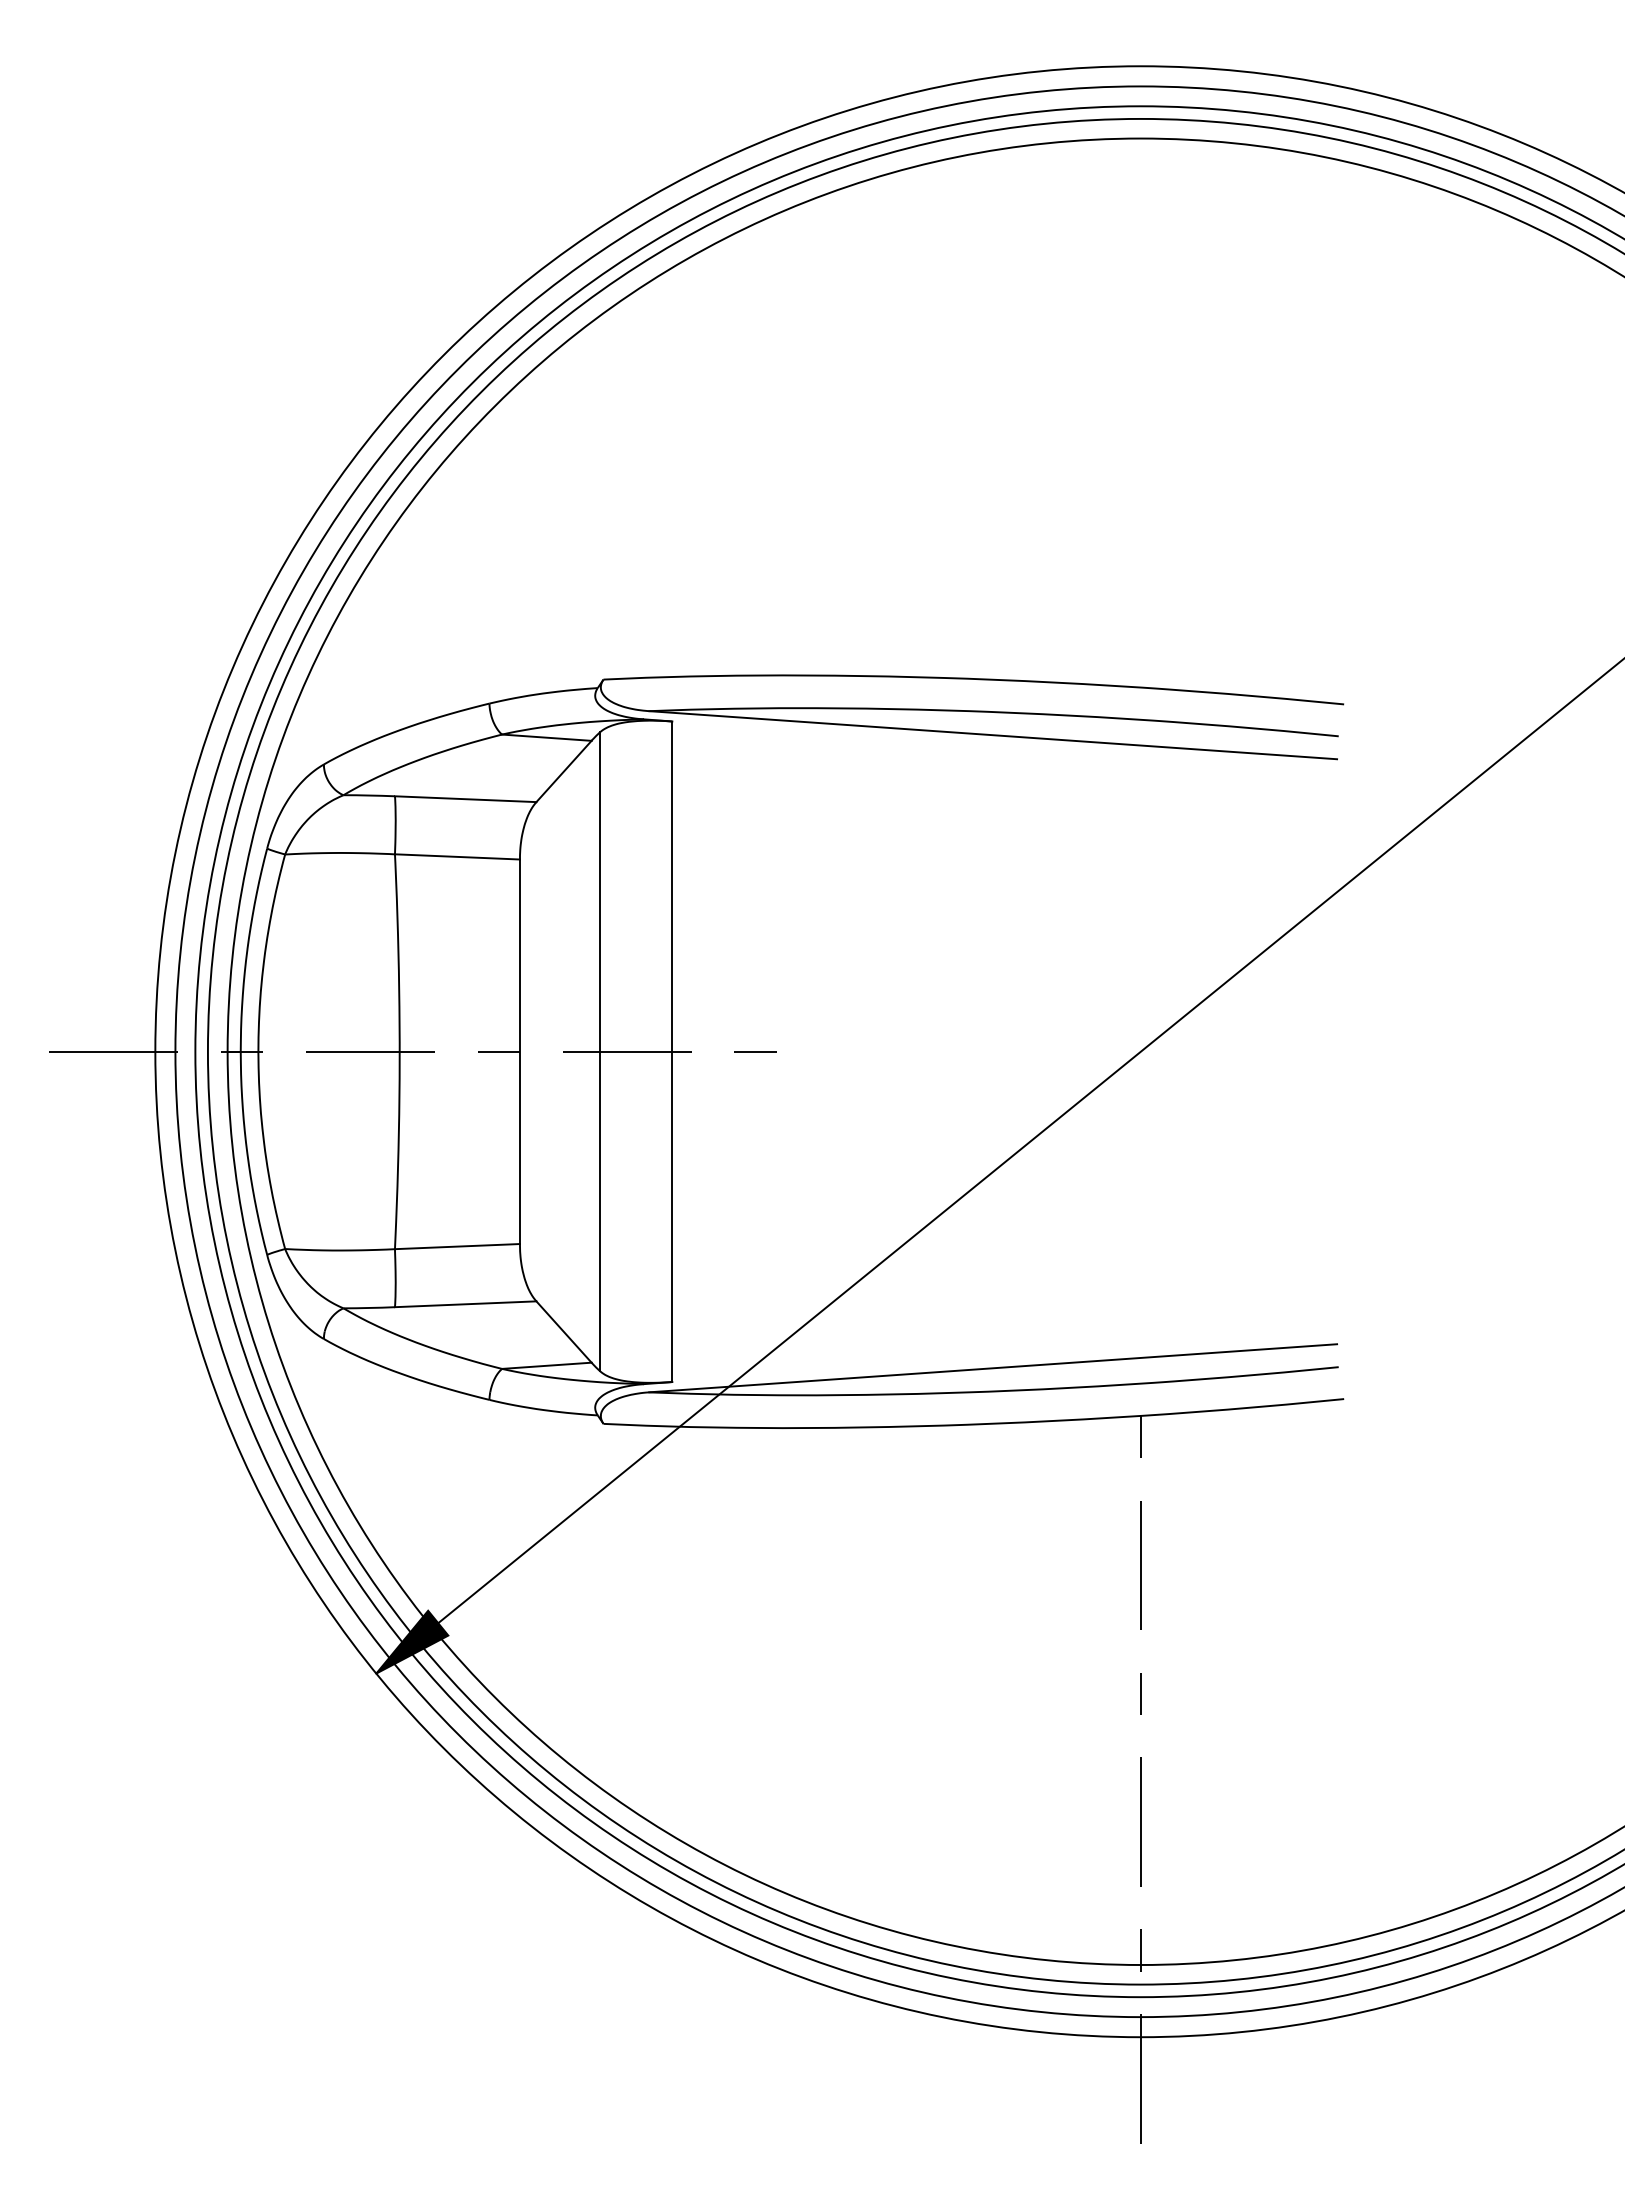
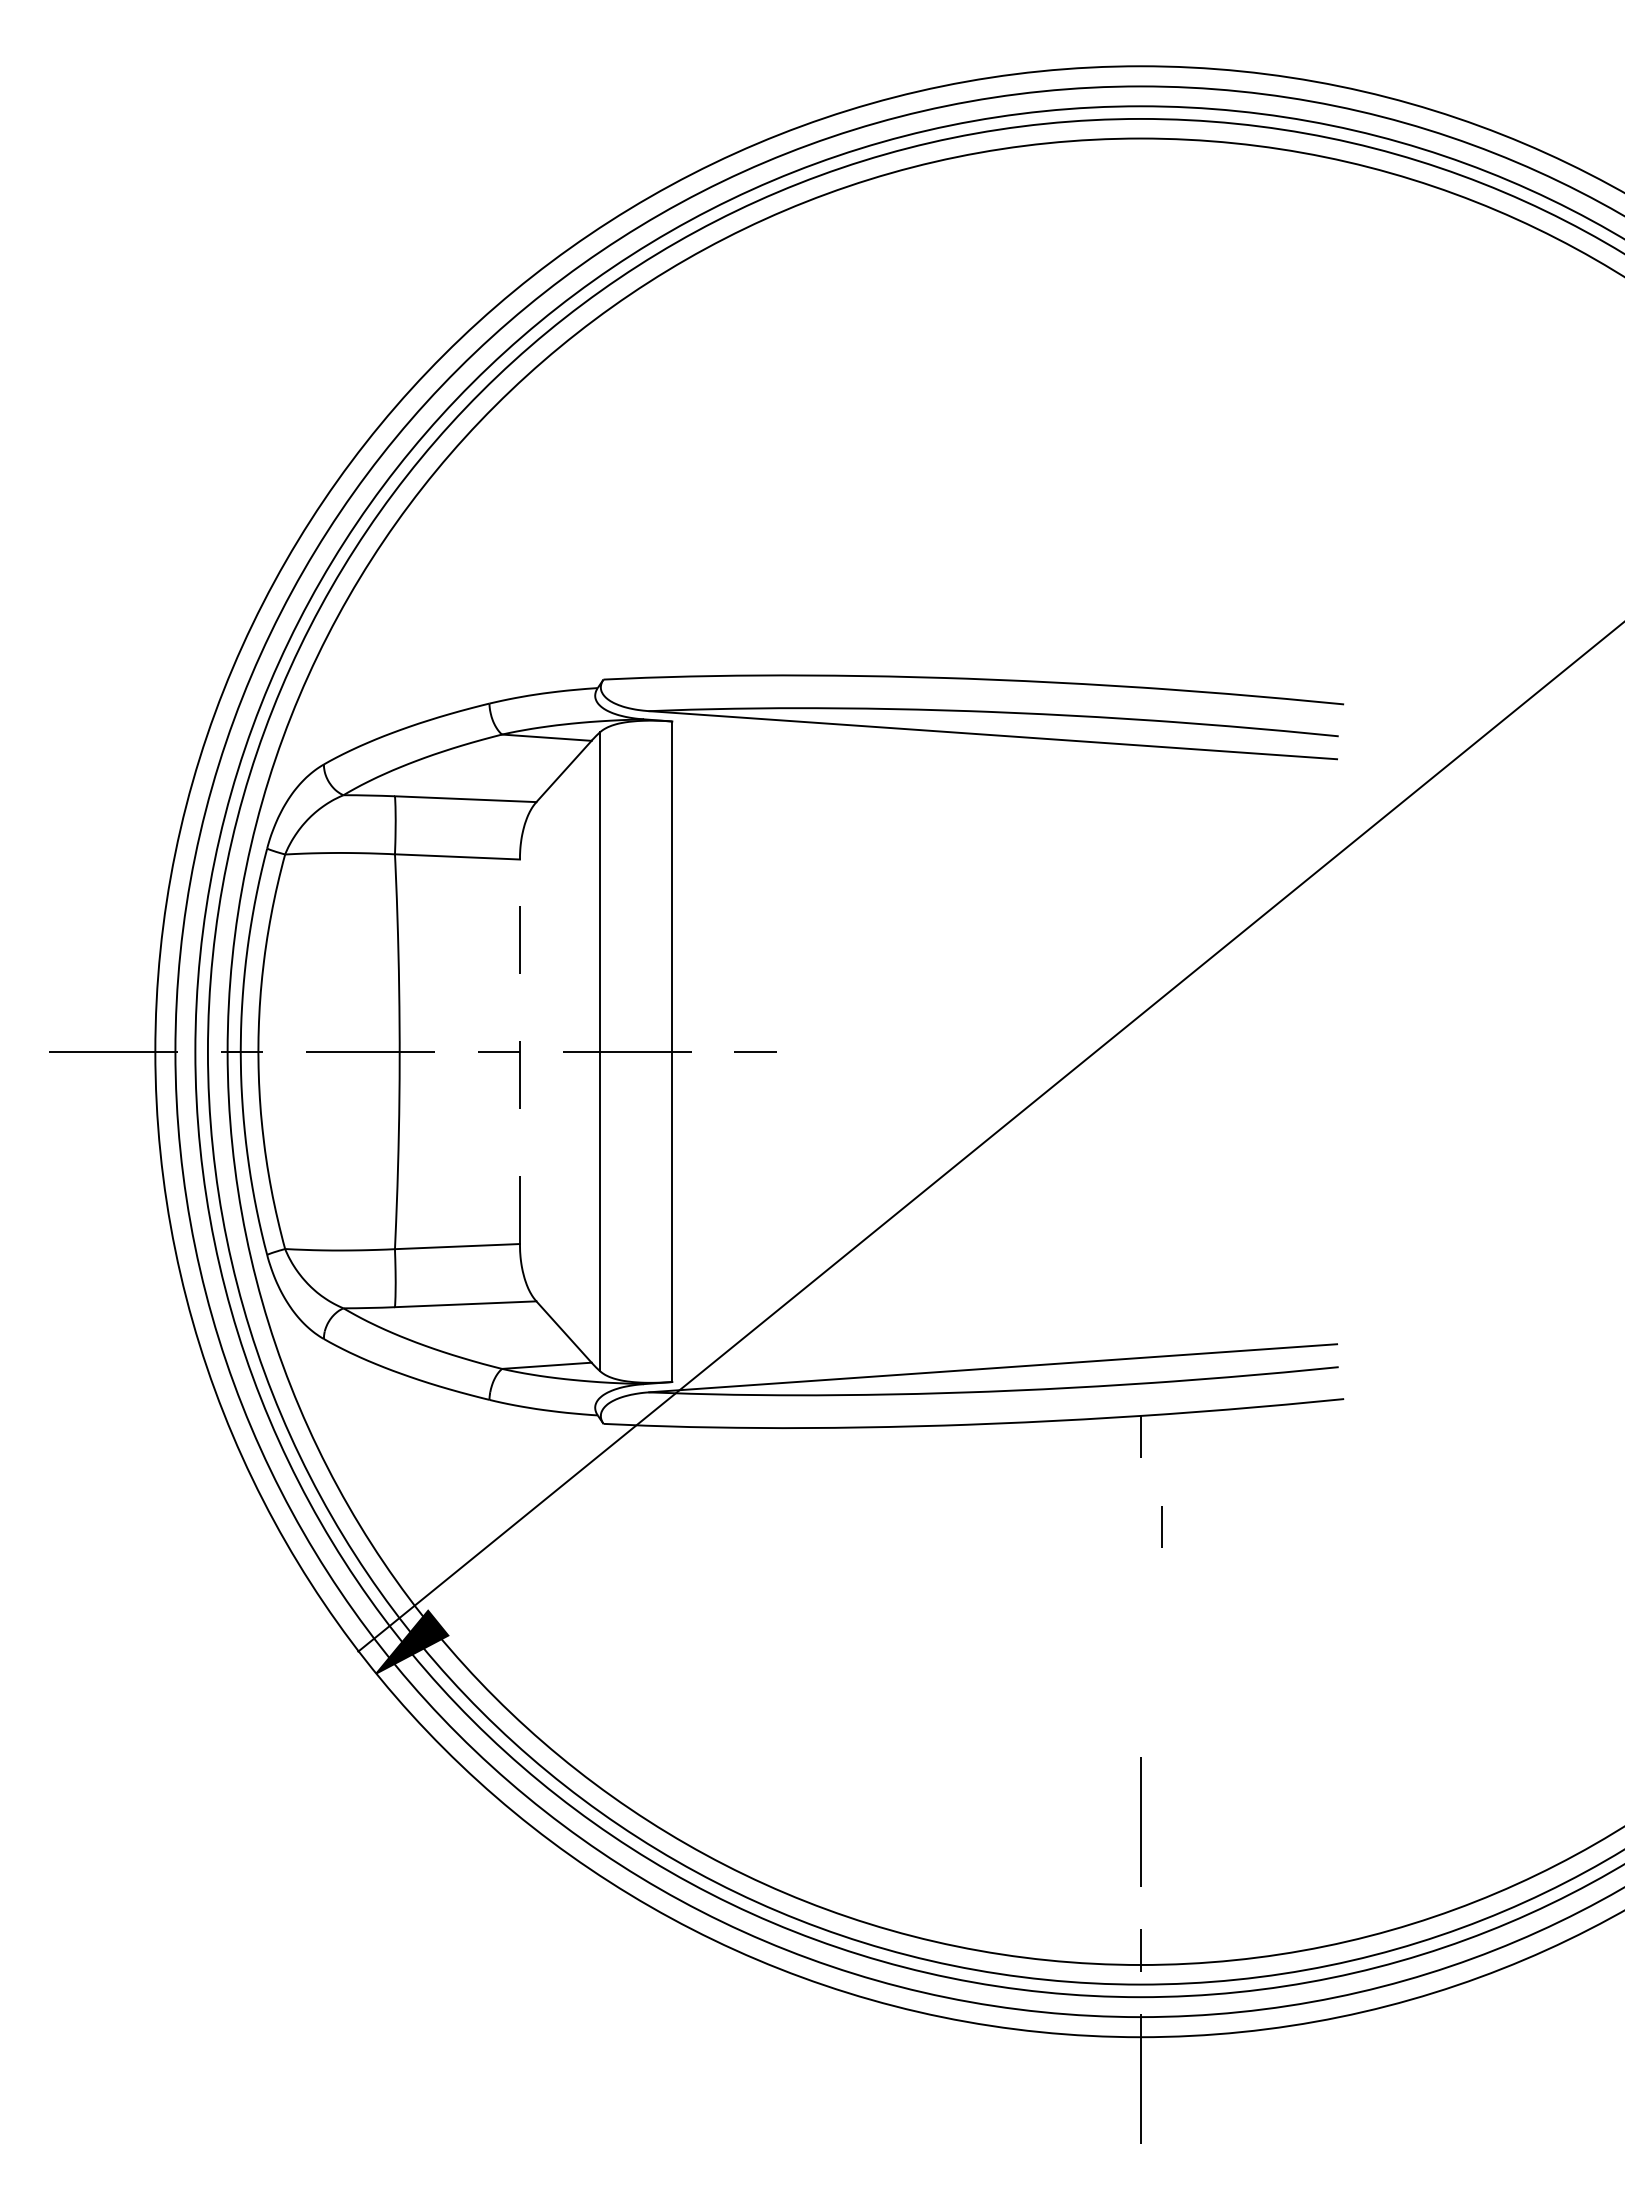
line at (519, 1051): solid -> dashed
line at (998, 1166) position: (998, 1166) -> (989, 1137)
line at (1140, 1565): present -> none
line at (1140, 1693) position: (1140, 1693) -> (1161, 1526)
